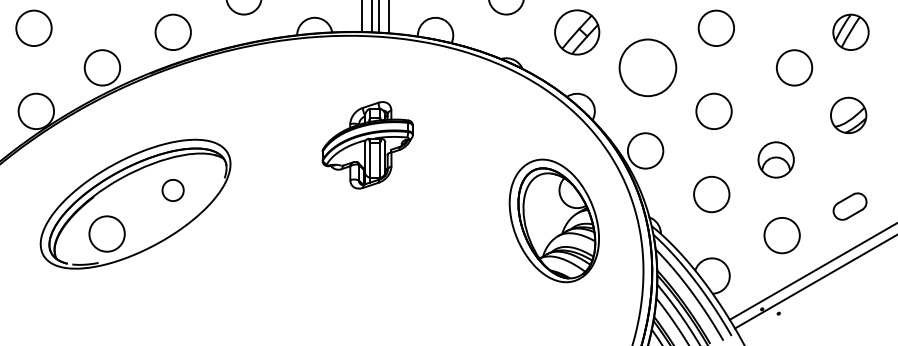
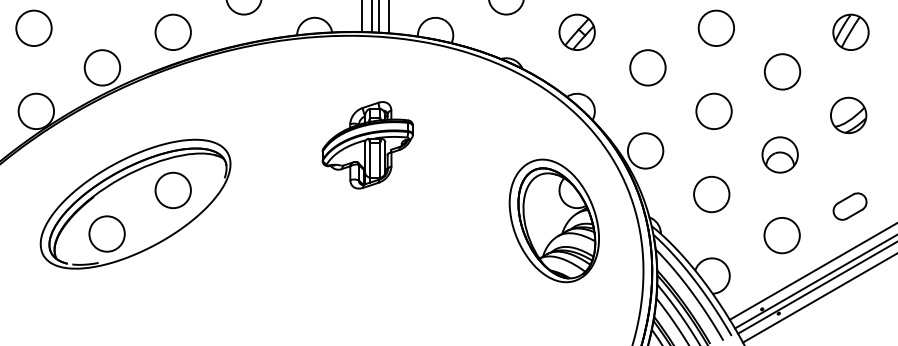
part at (577, 32) size: 47x47 px -> 38x38 px
circle at (647, 67) diameter: 57 px -> 35 px
circle at (794, 67) position: (794, 67) -> (782, 71)
part at (775, 159) position: (775, 159) -> (779, 154)
circle at (172, 190) size: 24x23 px -> 38x39 px
line at (816, 288): none -> present
line at (818, 298): none -> present
